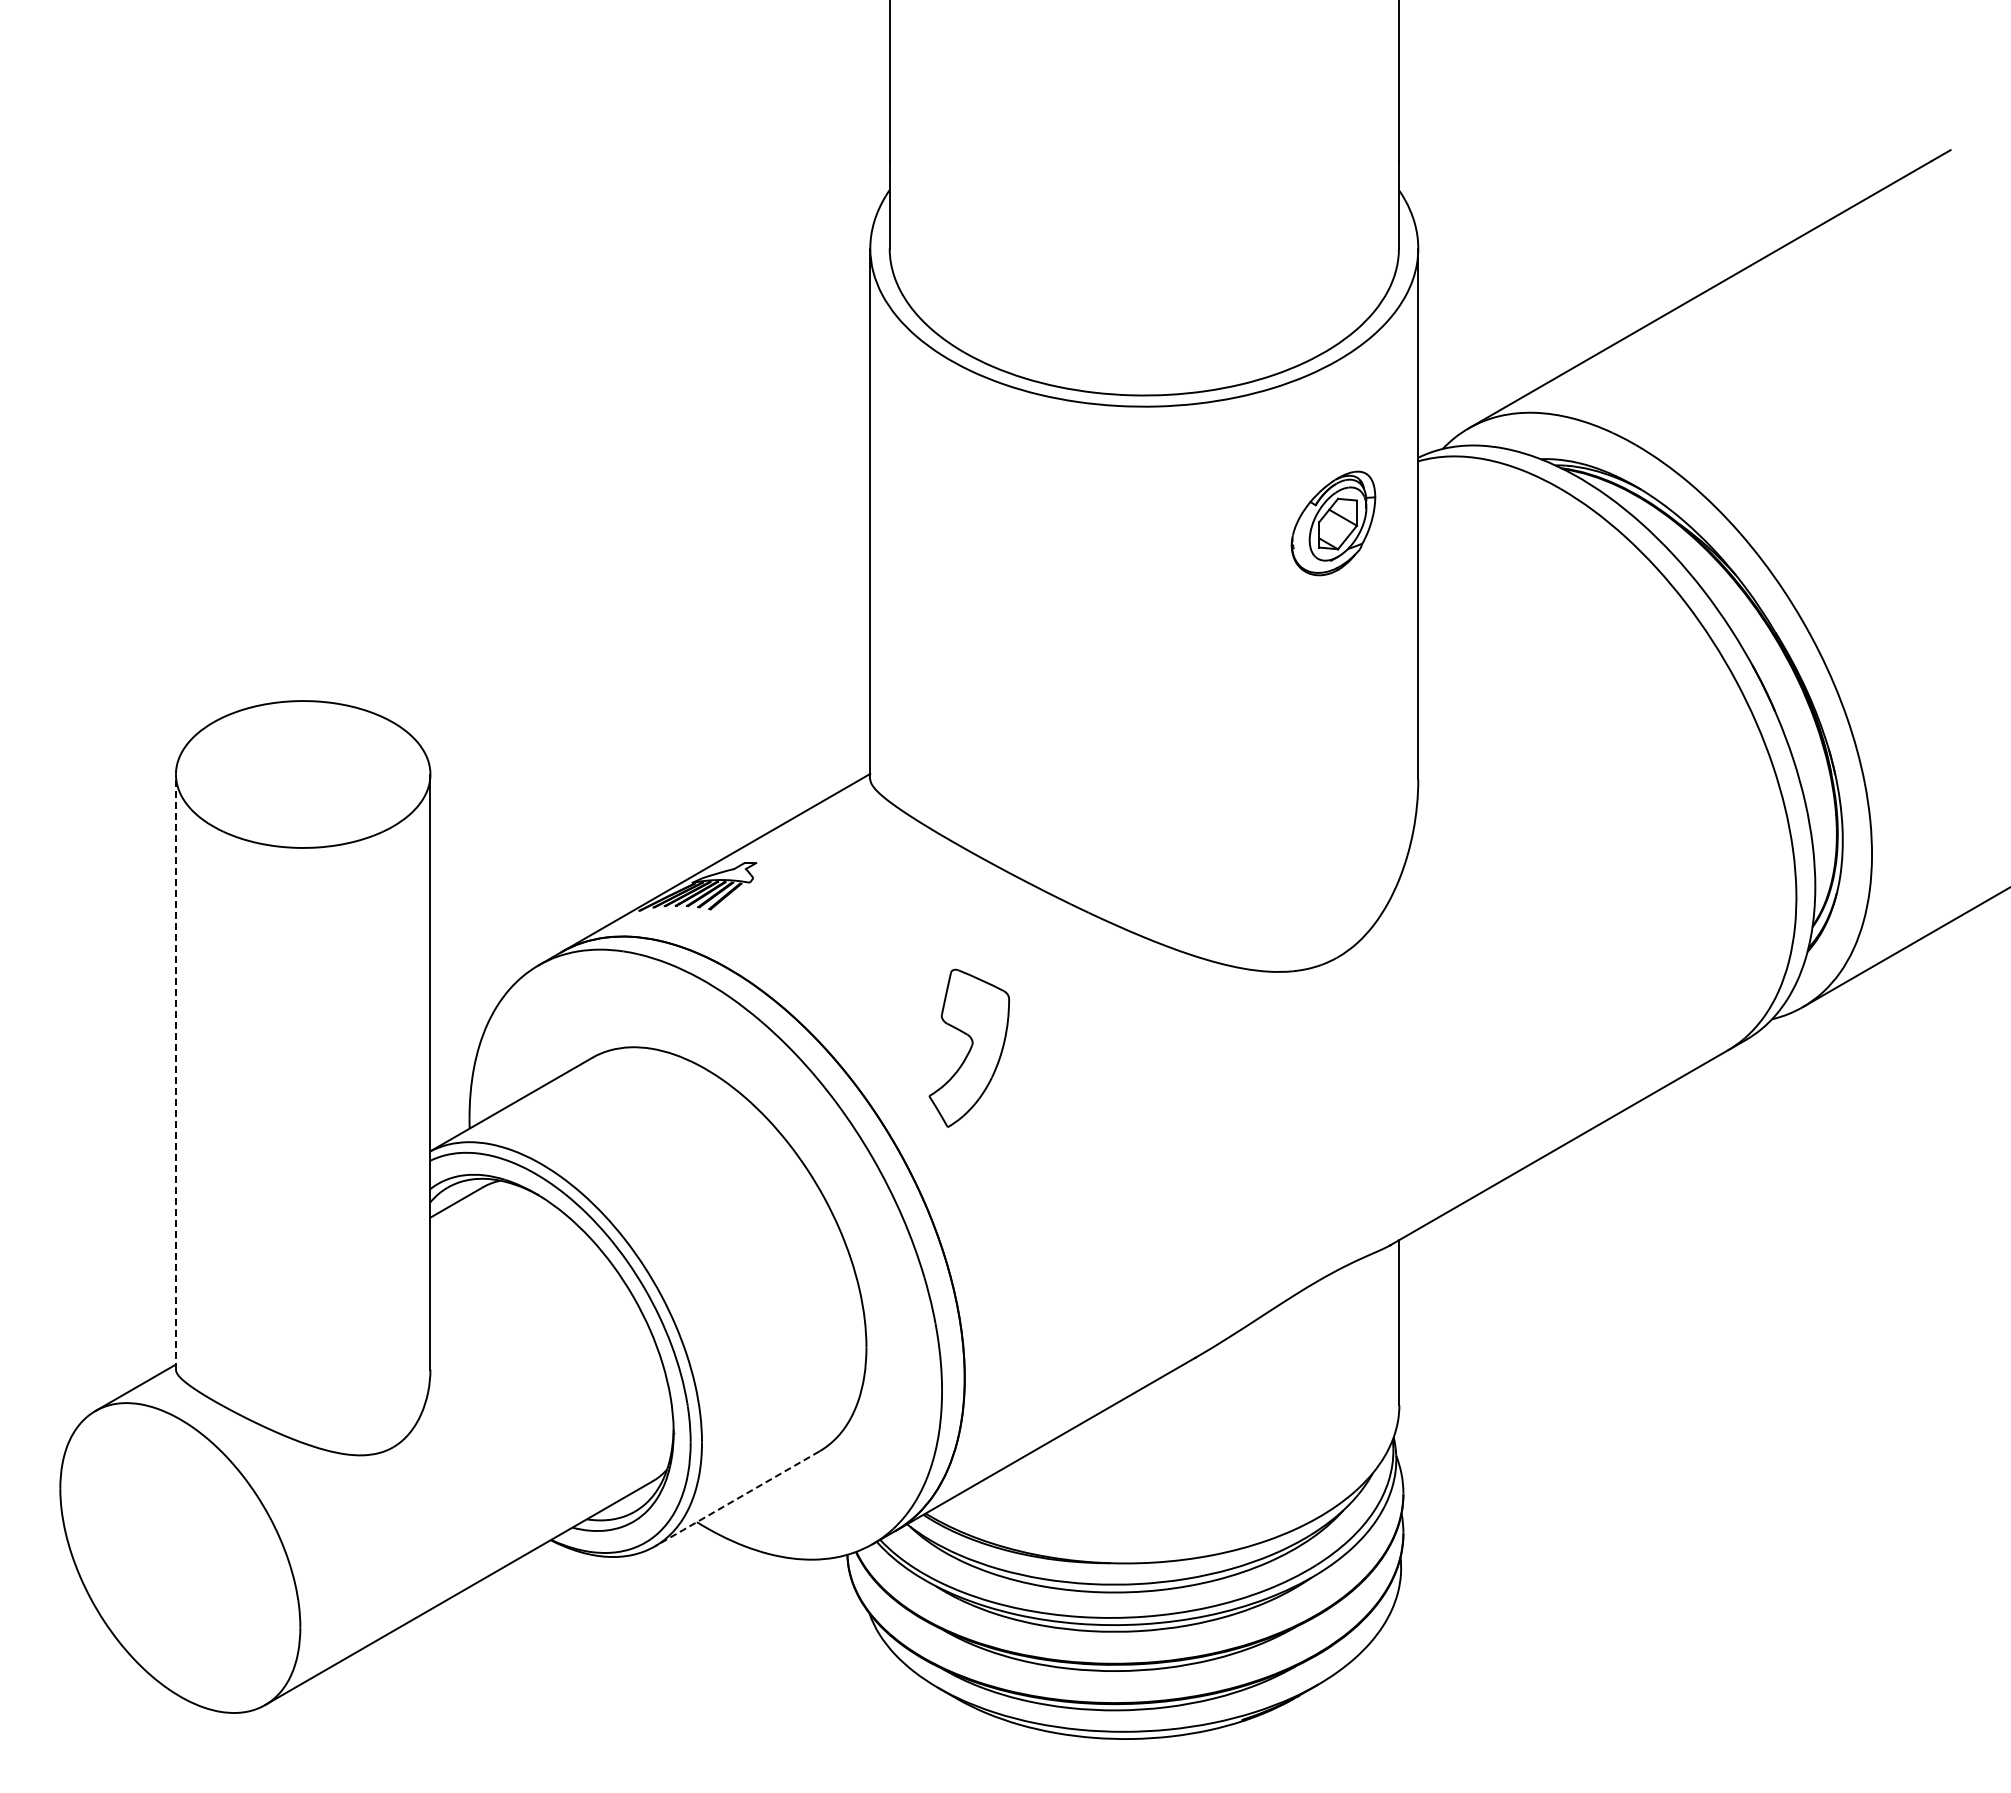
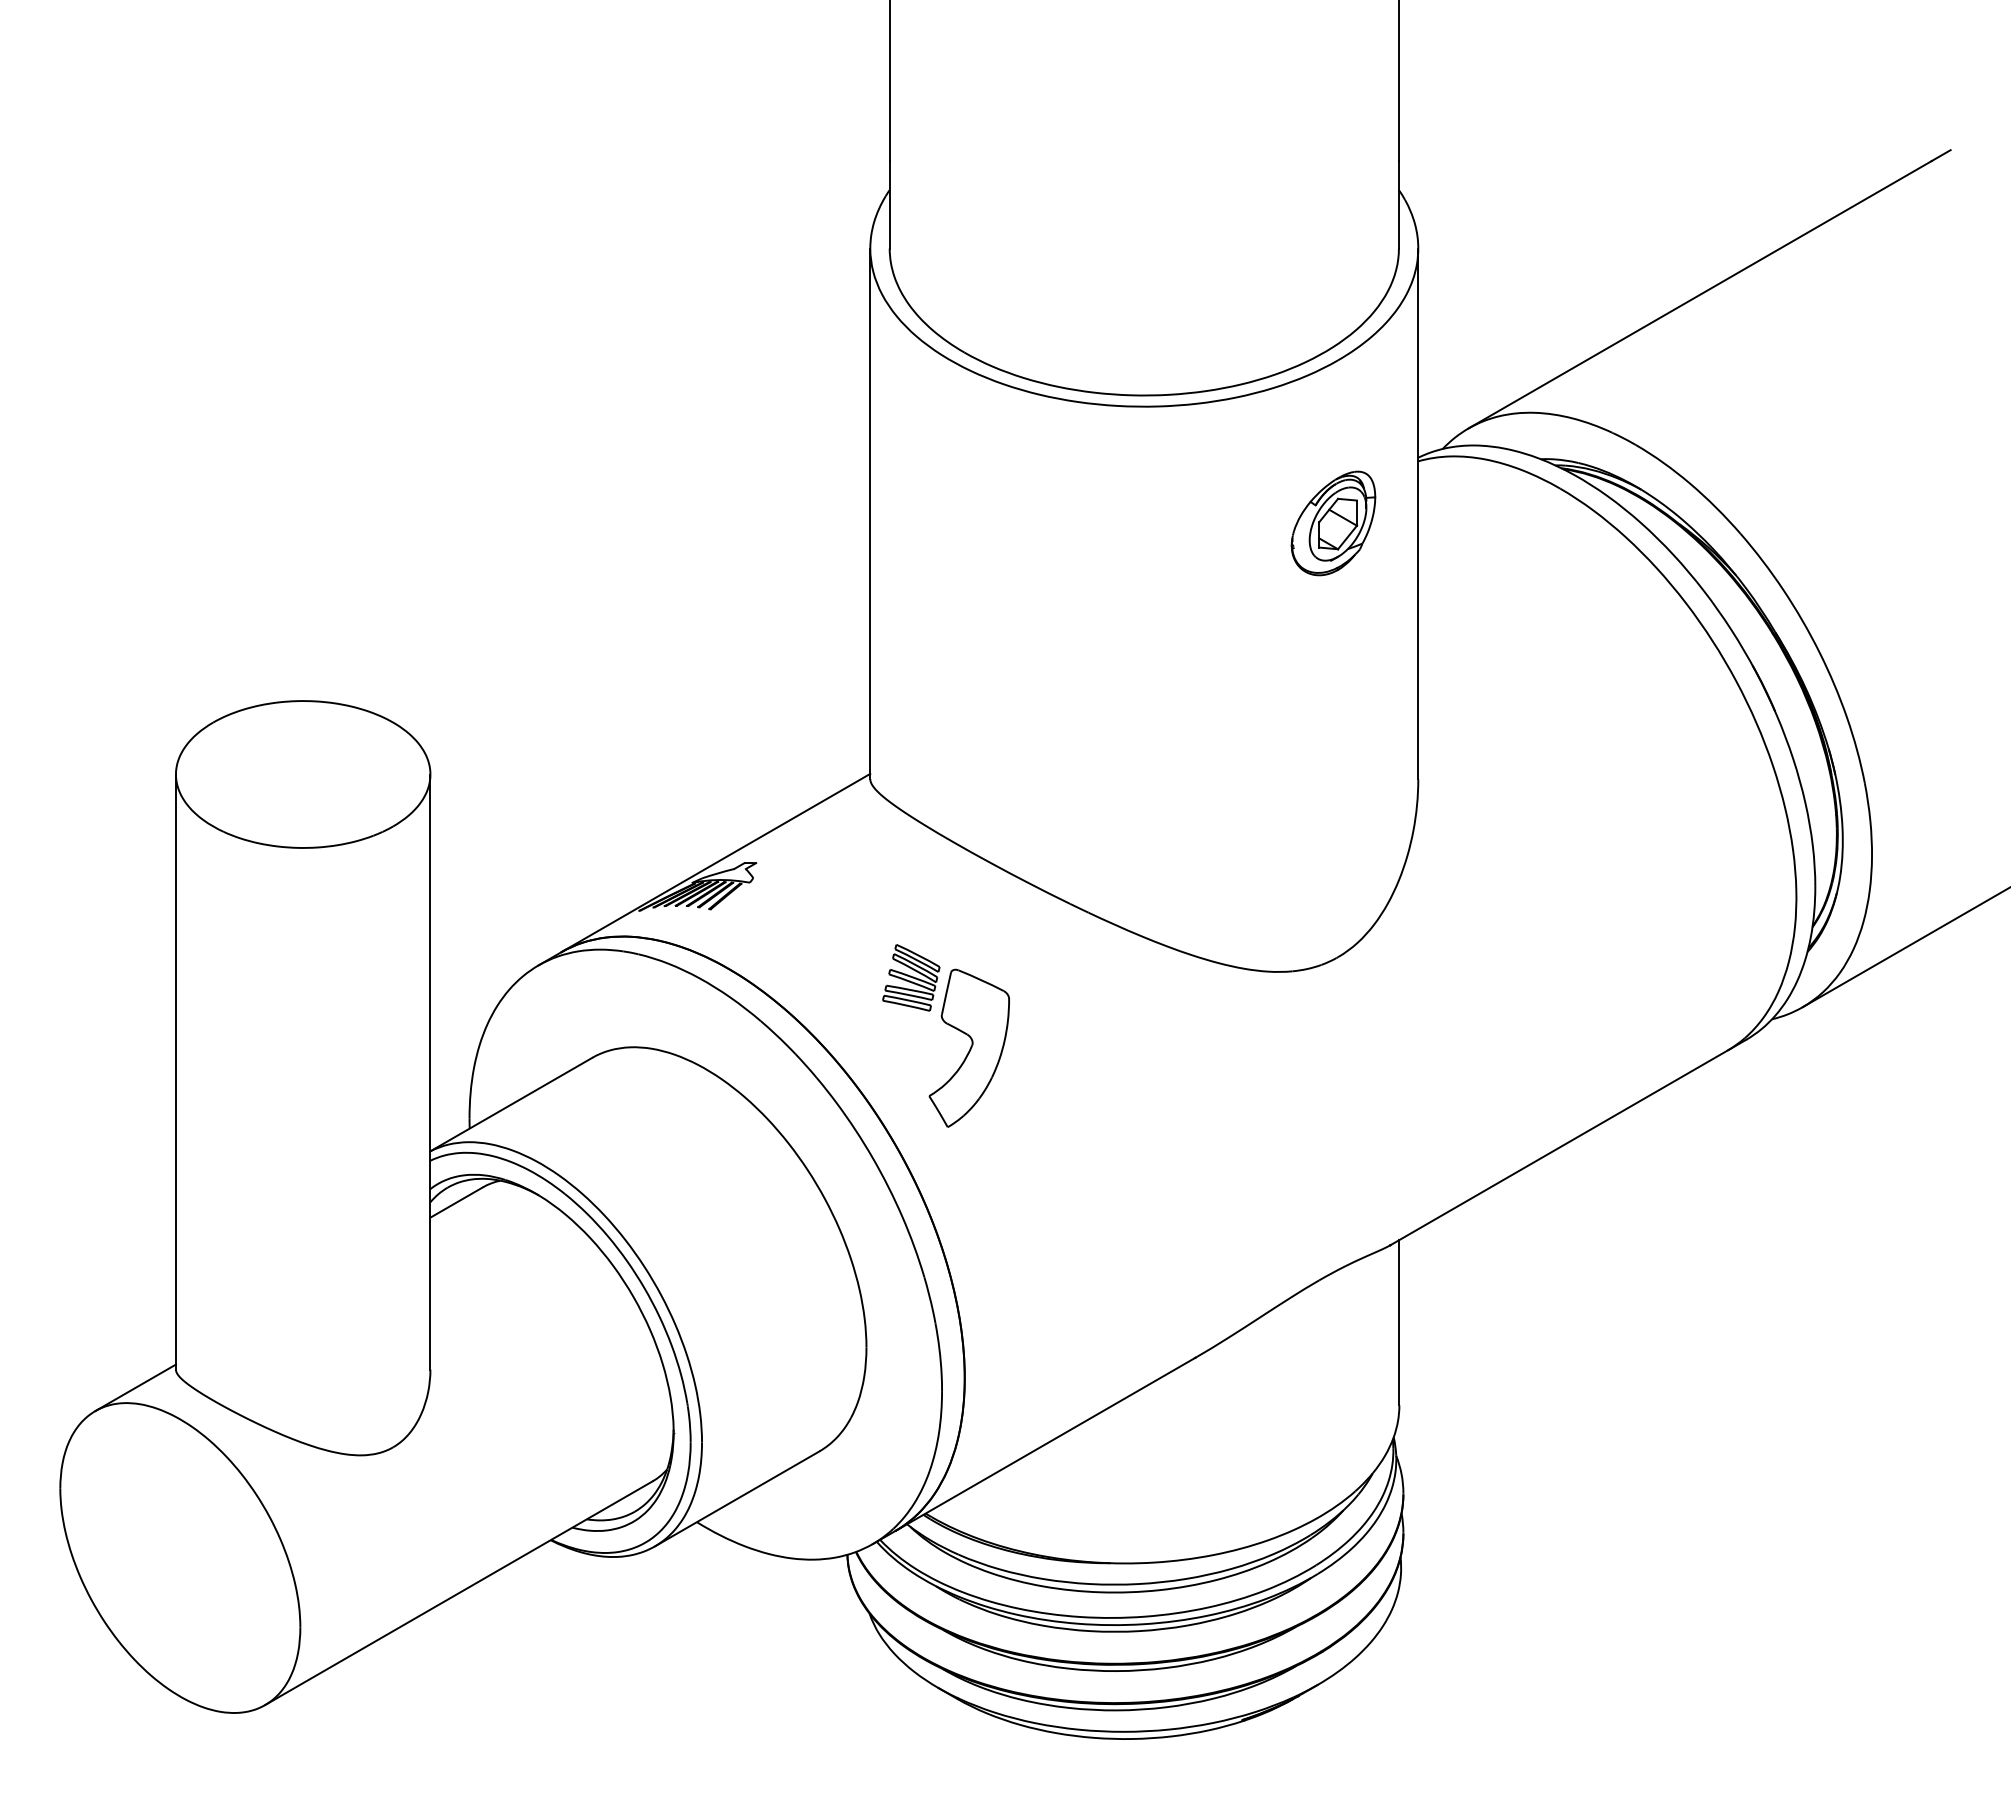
part at (911, 977): none -> present
line at (175, 1072): dashed -> solid
line at (737, 1498): dashed -> solid
